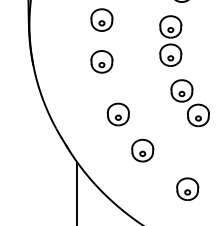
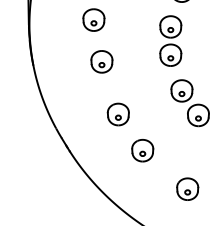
part at (101, 19) position: (101, 19) -> (93, 19)
line at (77, 192): present -> none
